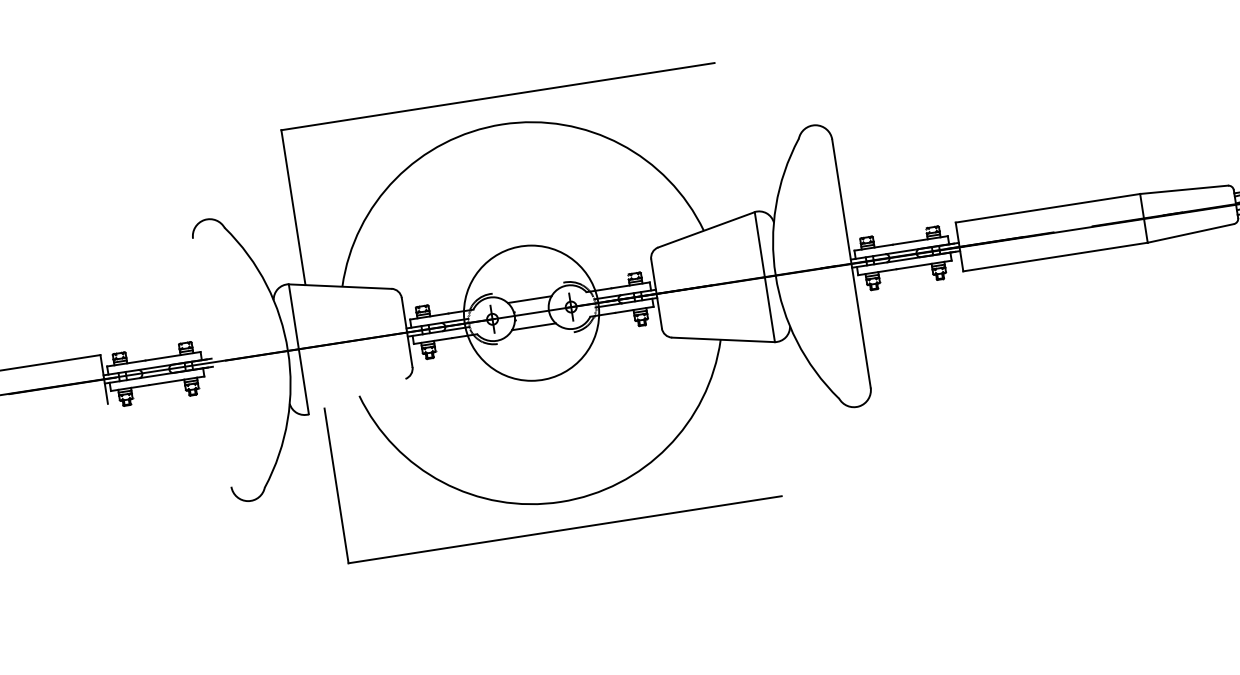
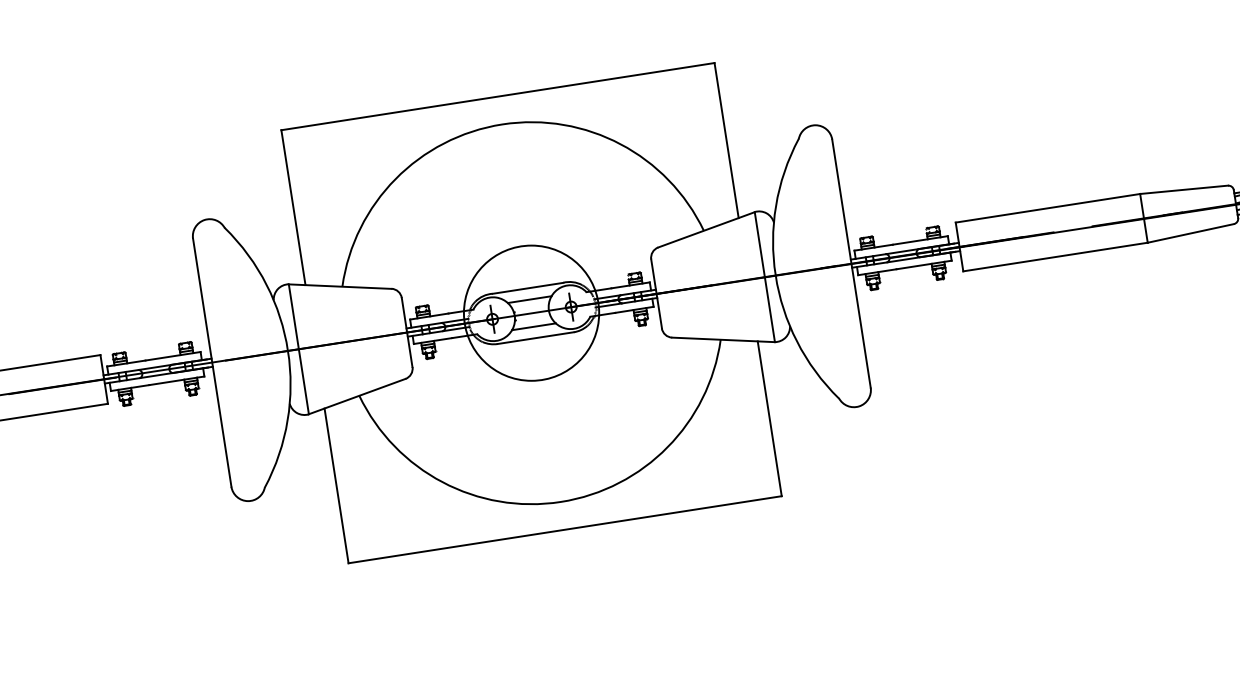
line at (726, 140): none -> present
line at (527, 287): none -> present
line at (535, 338): none -> present
line at (212, 362): none -> present
line at (356, 396): none -> present
line at (54, 411): none -> present
line at (769, 418): none -> present
